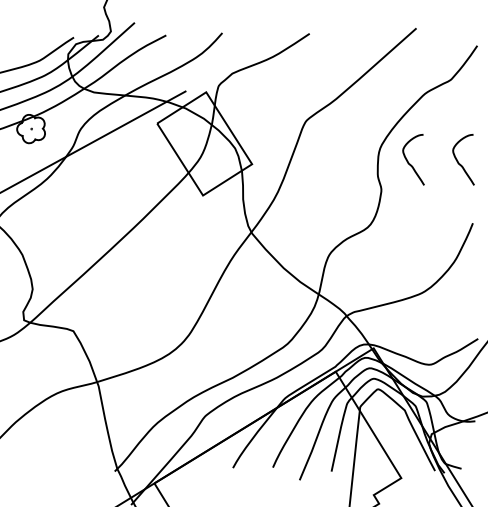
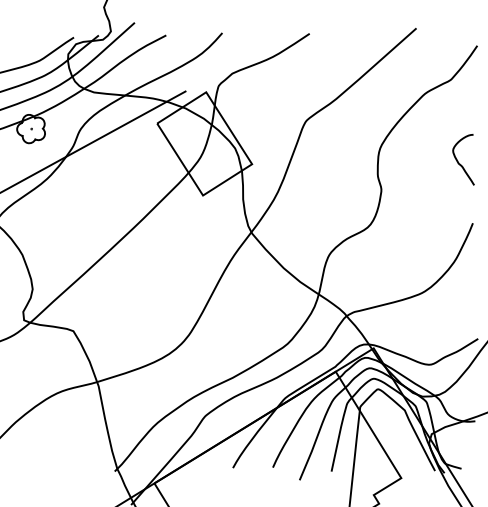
curve at (409, 162): present -> none
